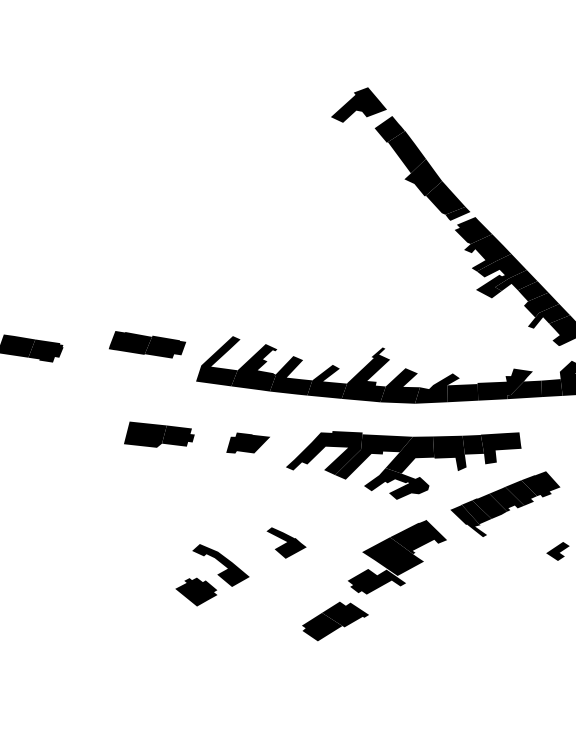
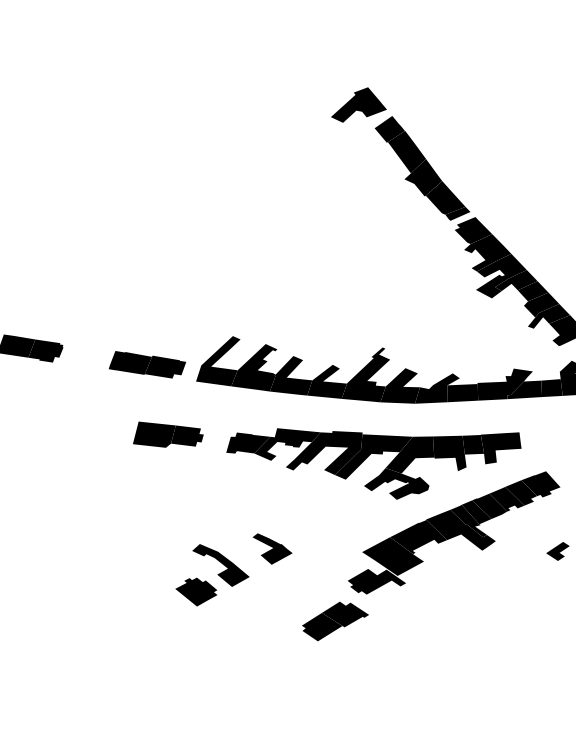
part at (147, 344) position: (147, 344) -> (147, 364)
part at (159, 434) position: (159, 434) -> (168, 434)
fill at (287, 444): none -> present
fill at (460, 529): none -> present
part at (286, 542) position: (286, 542) -> (272, 548)
